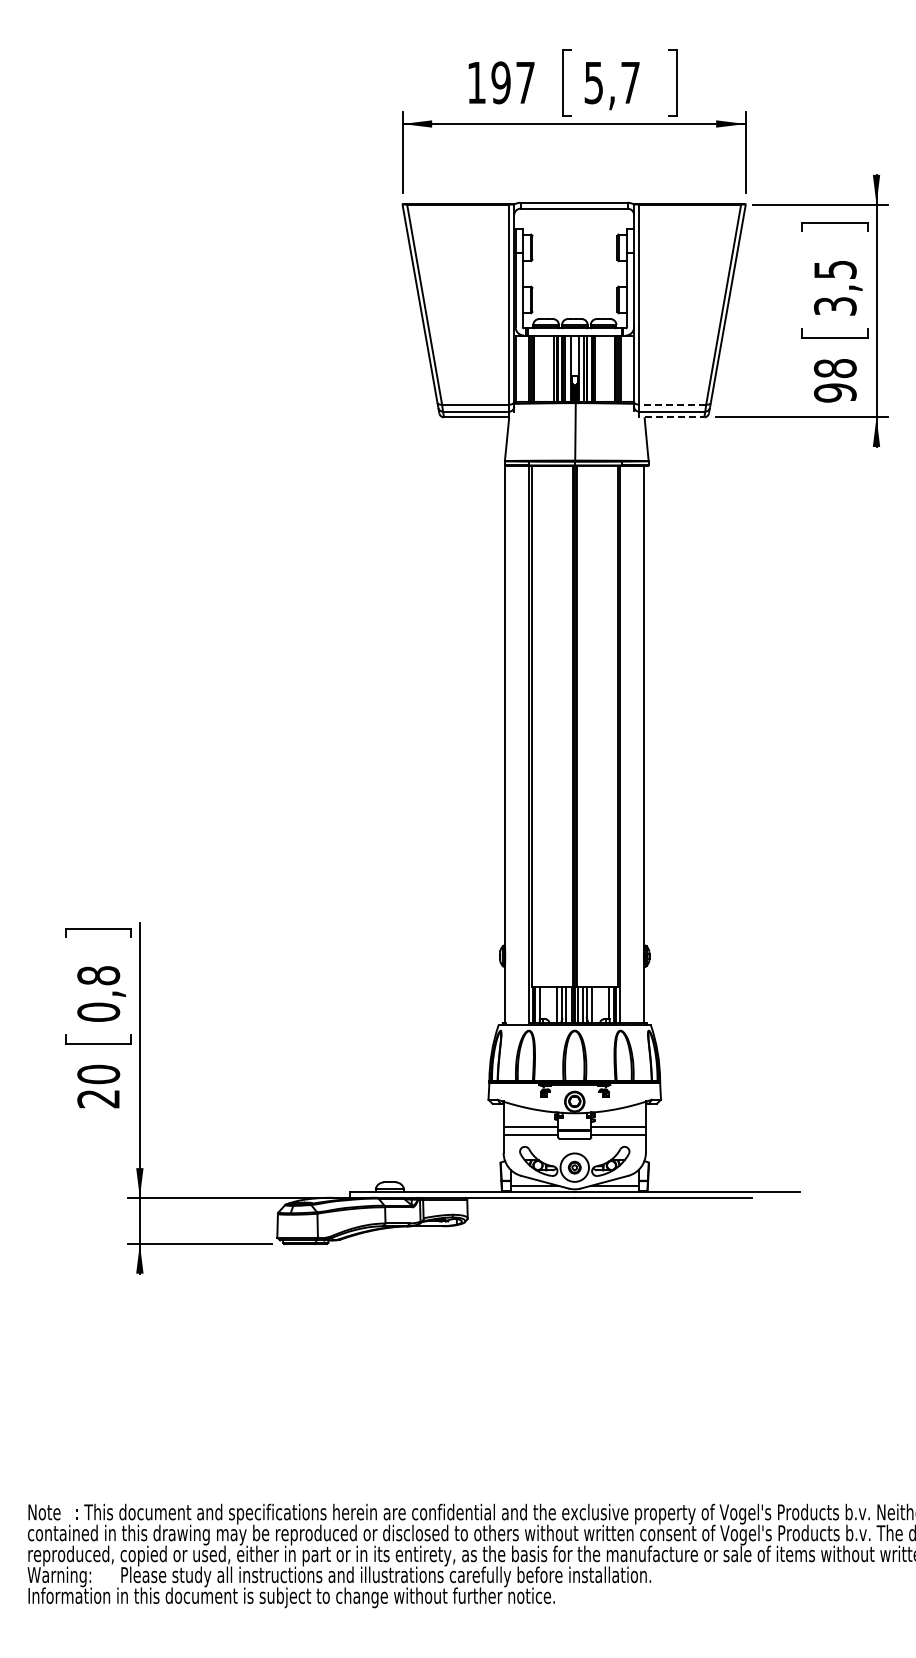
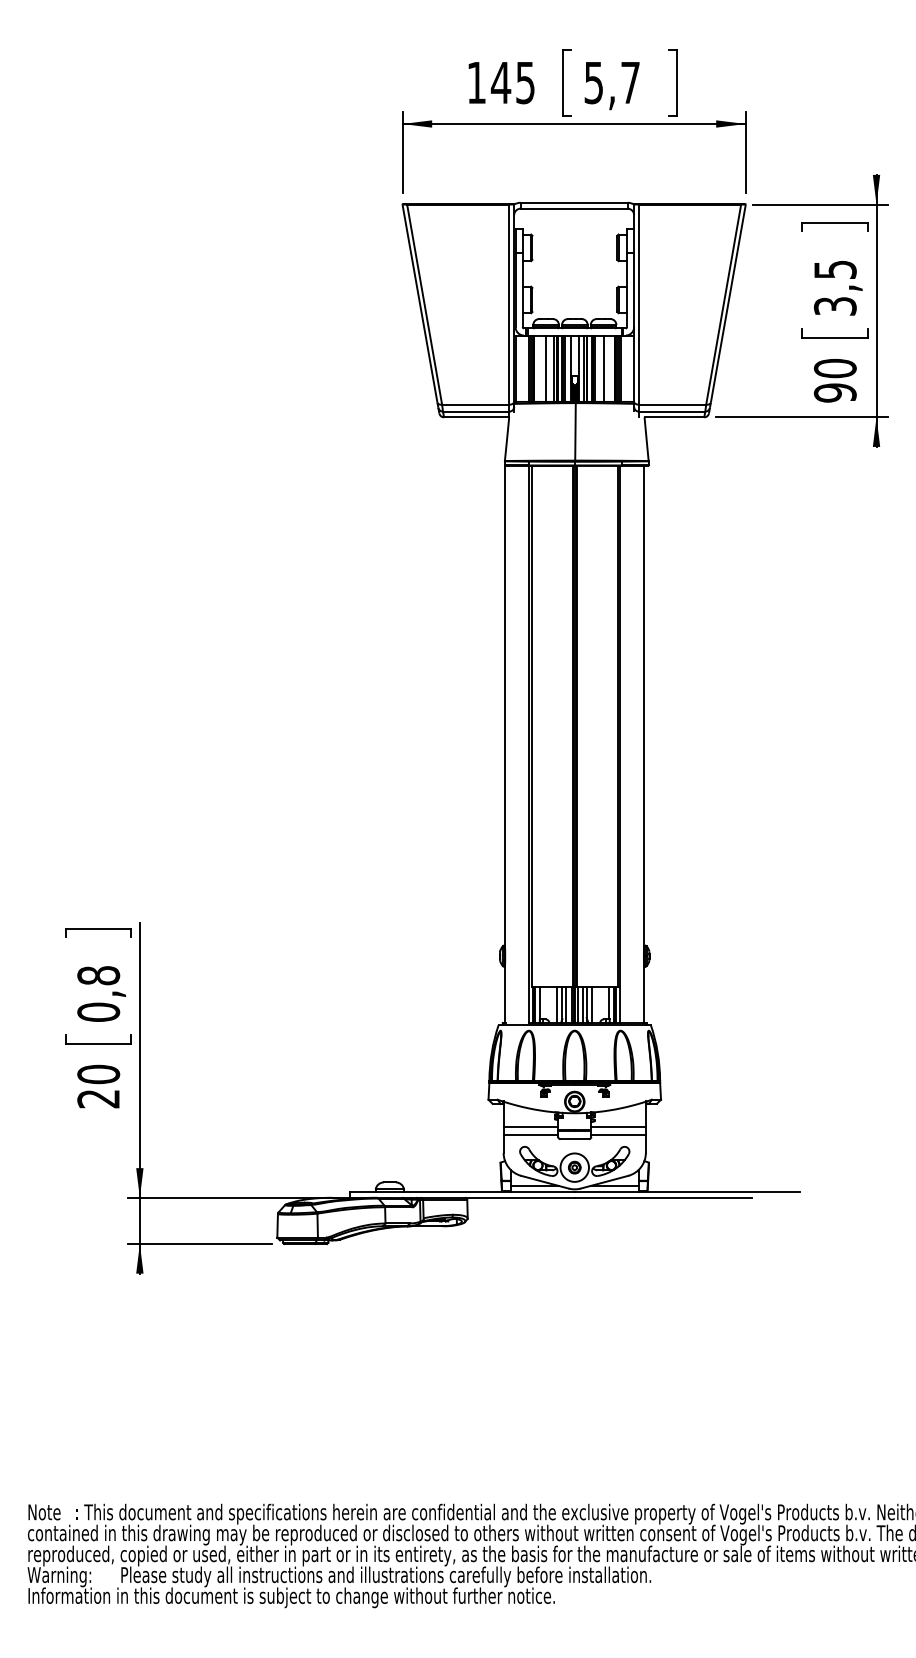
text at (512, 82): 197 -> 145
line at (546, 368): none -> present
line at (603, 368): none -> present
text at (835, 368): 98 -> 90
line at (672, 404): dashed -> solid
line at (674, 417): dashed -> solid
